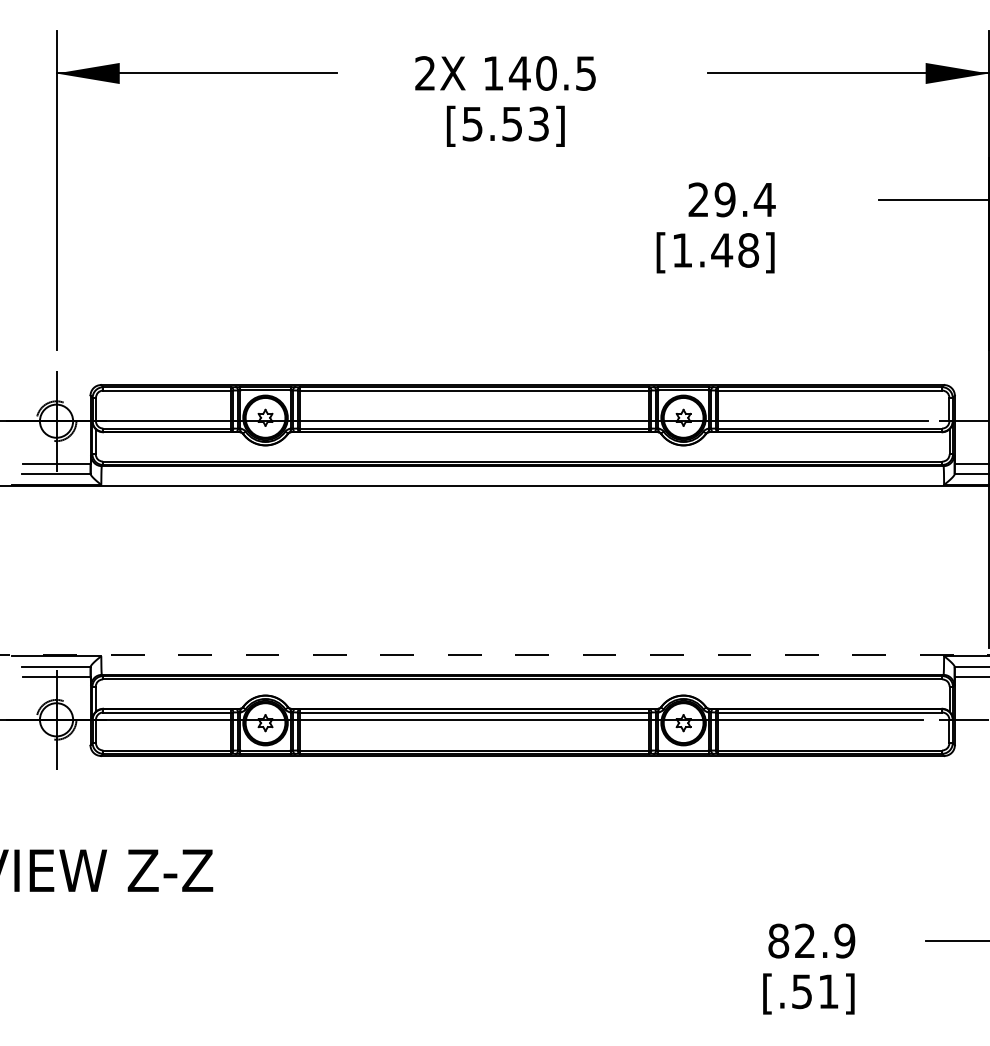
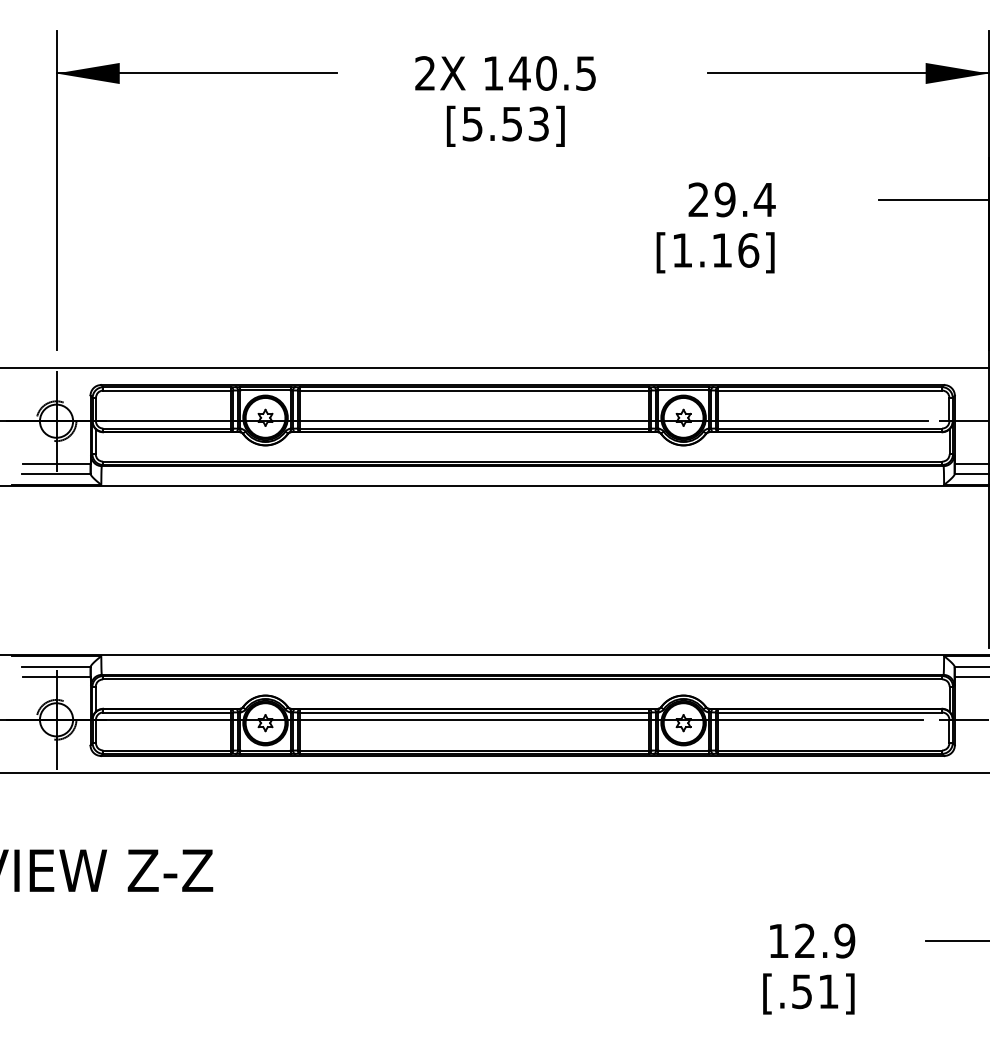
text at (735, 250): [1.48] -> [1.16]
line at (494, 368): none -> present
line at (495, 655): dashed -> solid
line at (494, 772): none -> present
text at (778, 940): 82.9 -> 12.9
